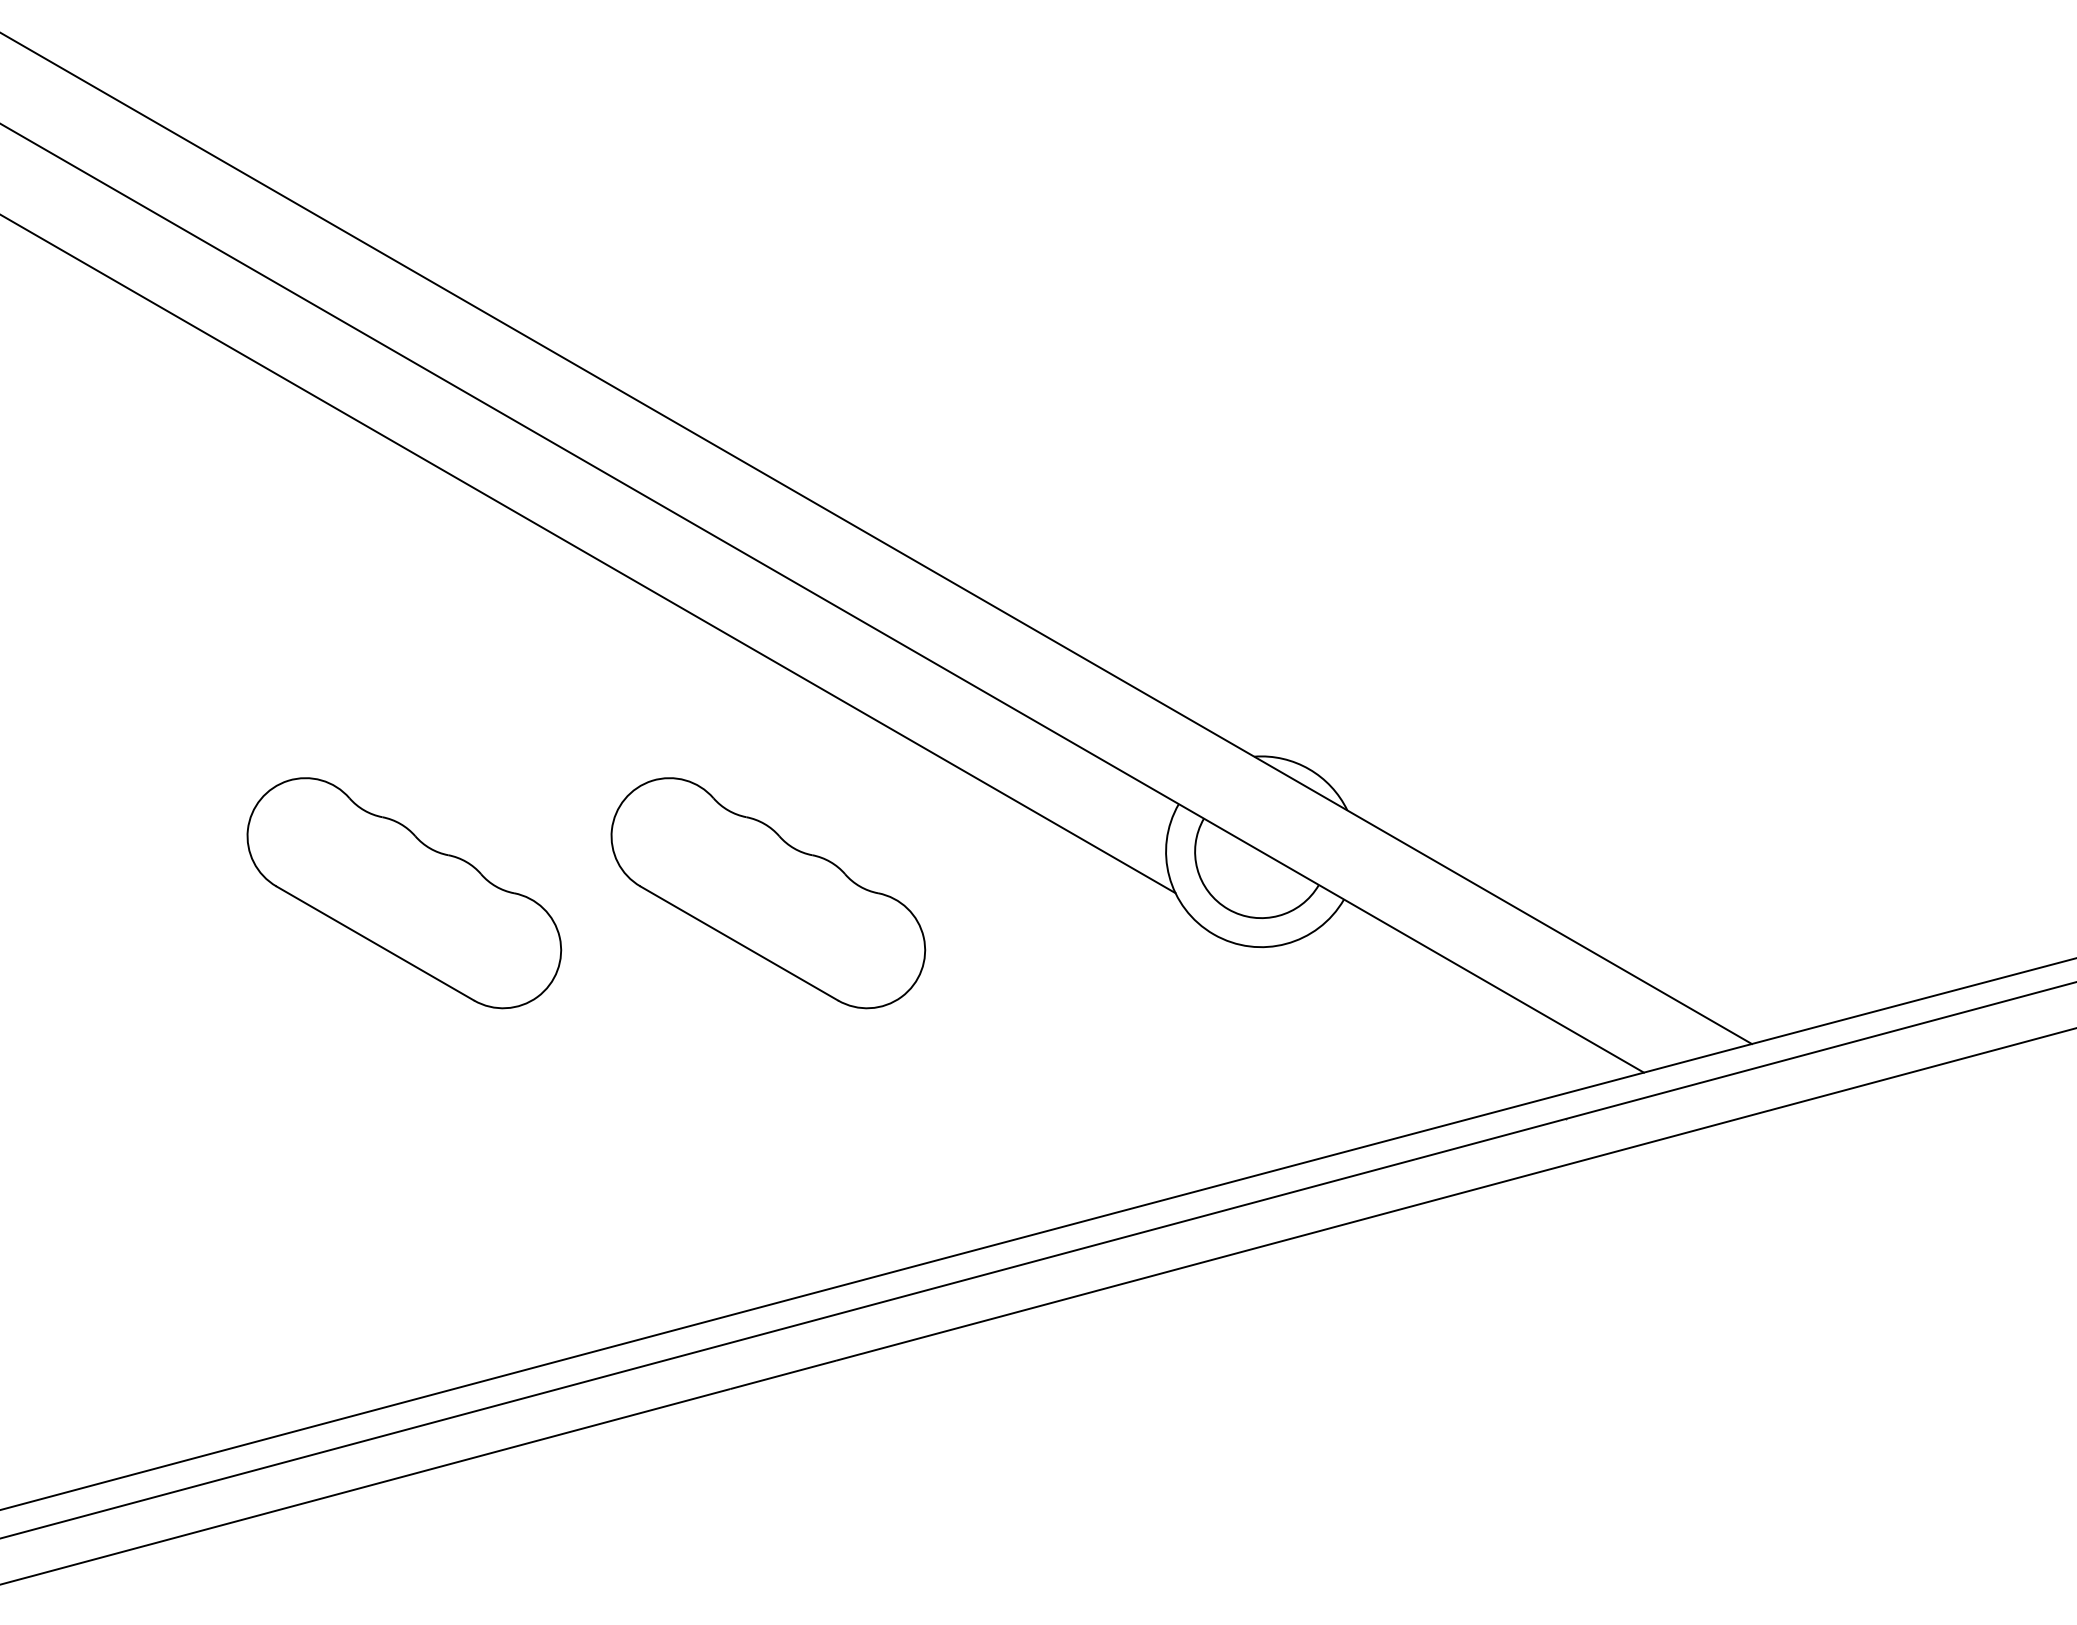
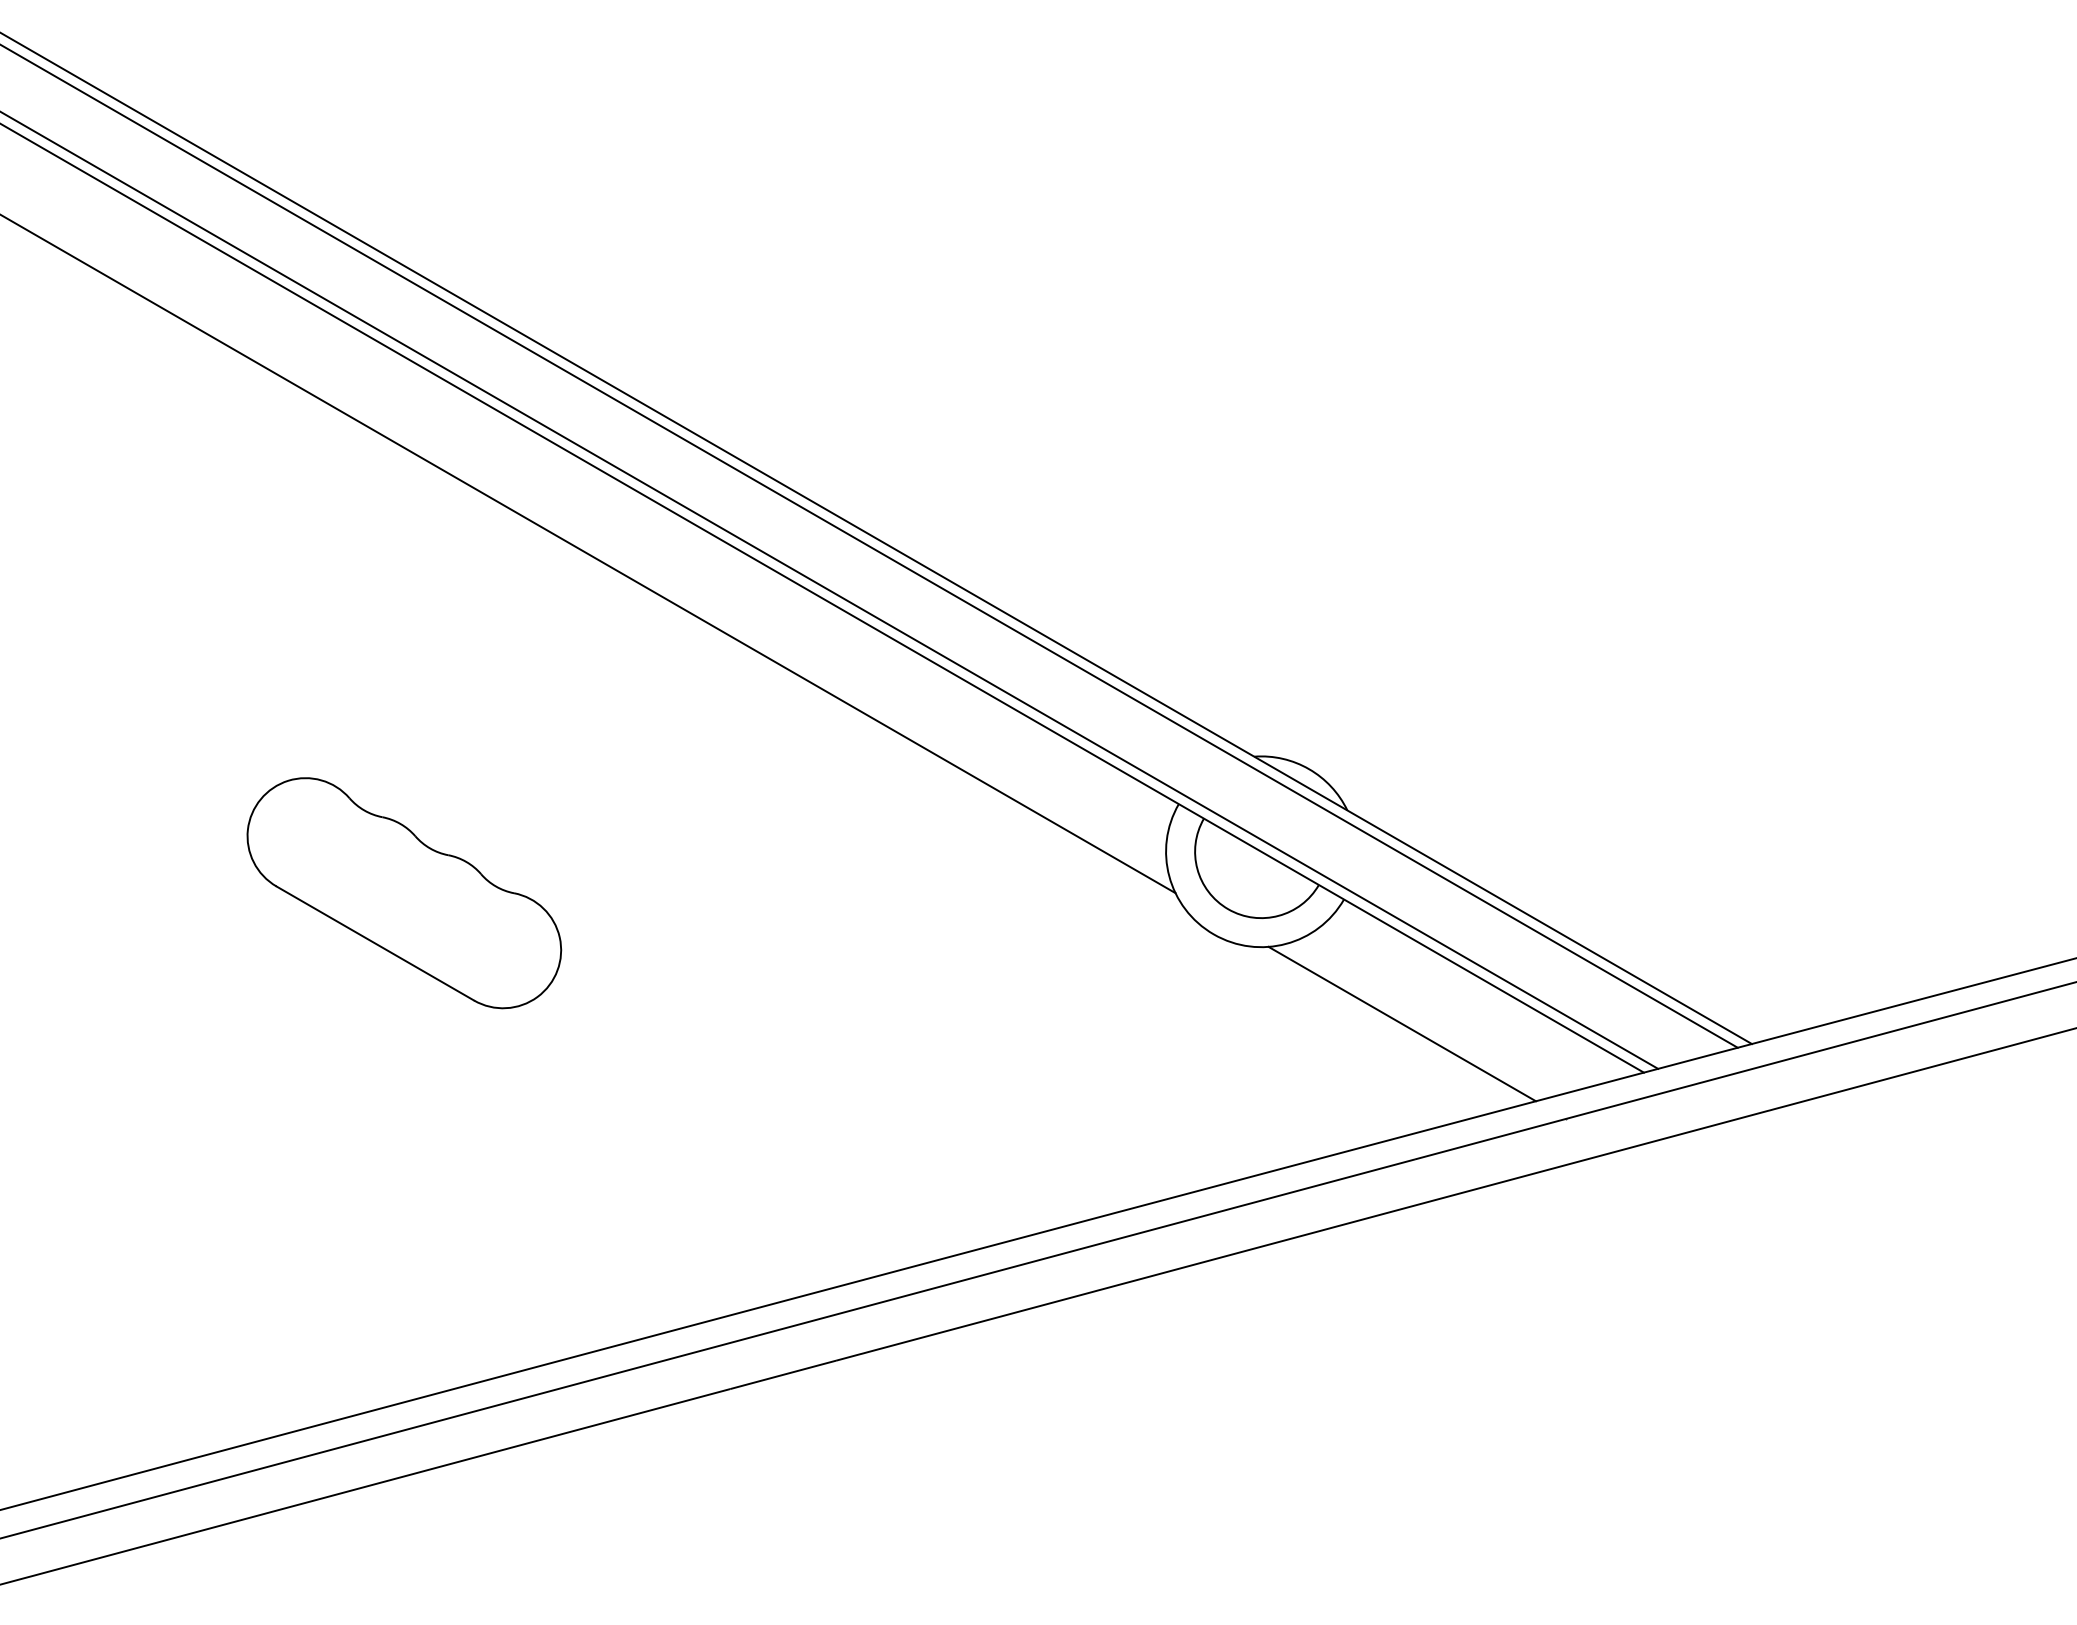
line at (869, 546): none -> present
line at (830, 590): none -> present
part at (768, 893): present -> none
line at (1401, 1023): none -> present
